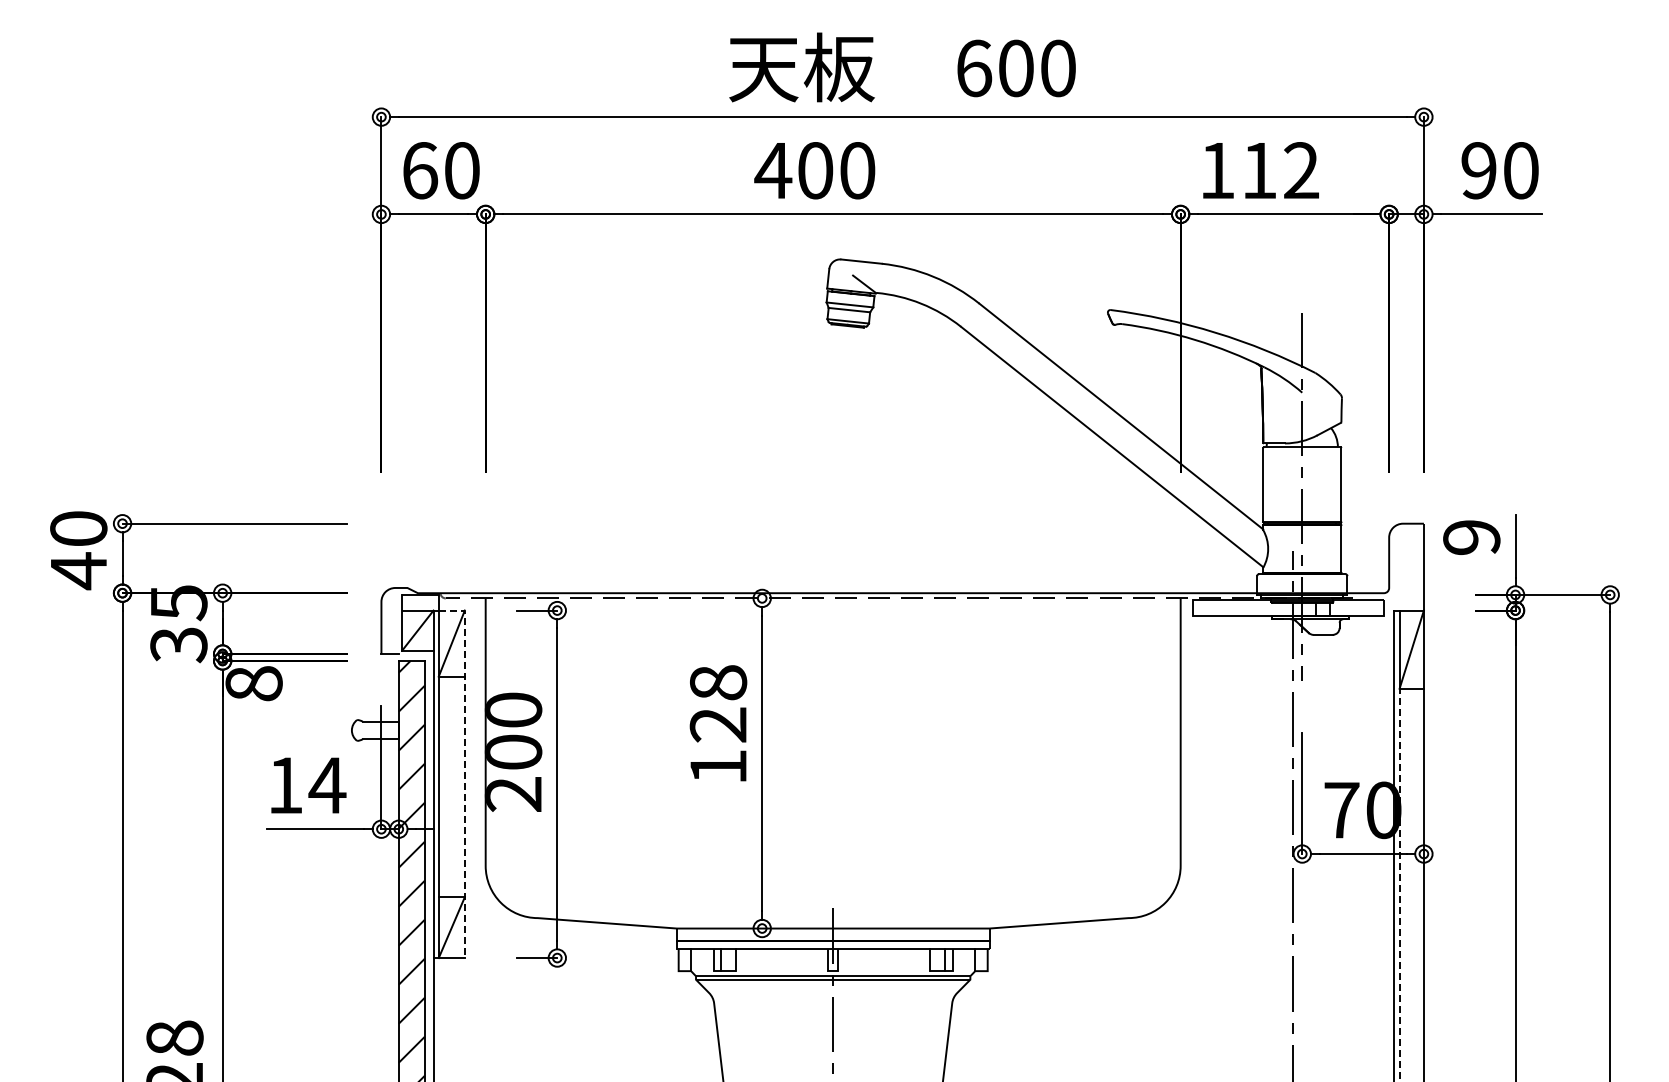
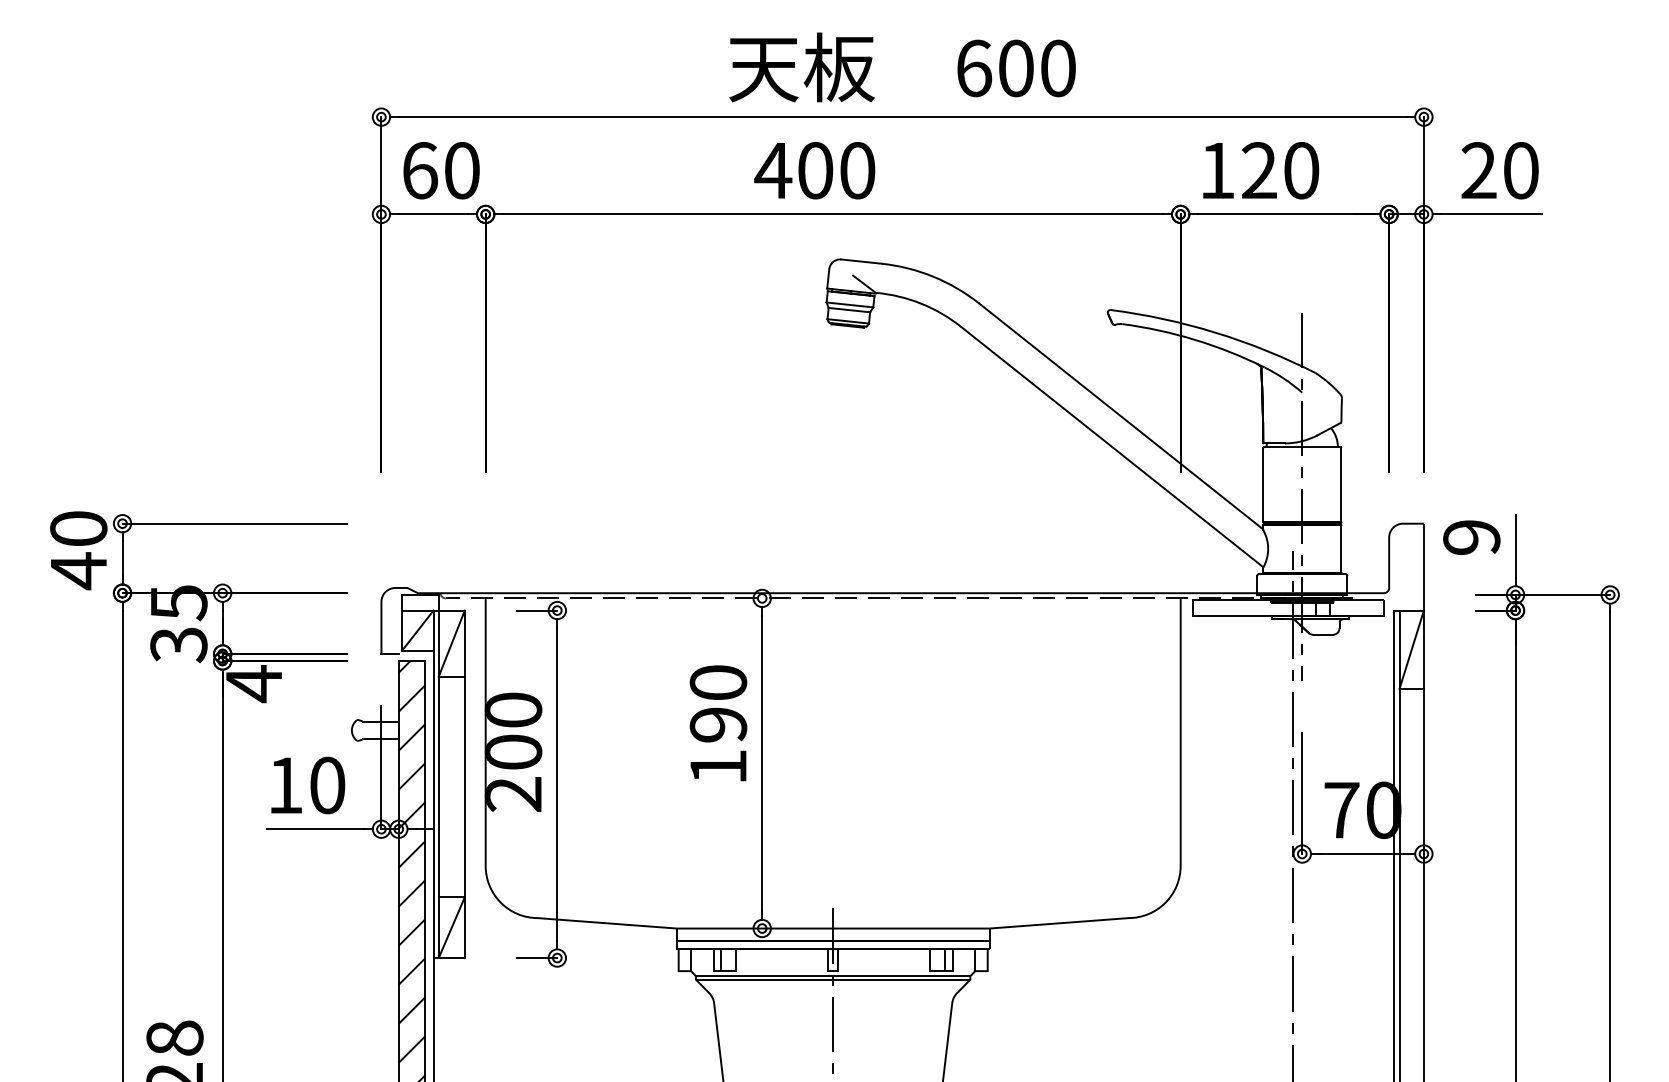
text at (1280, 170): 112 -> 120
text at (1478, 170): 90 -> 20
text at (253, 684): 8 -> 4
text at (718, 703): 128 -> 190
line at (464, 770): dashed -> solid
text at (327, 785): 14 -> 10
line at (1399, 884): dashed -> solid
